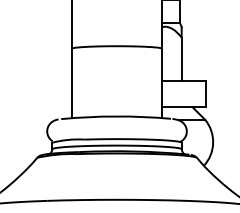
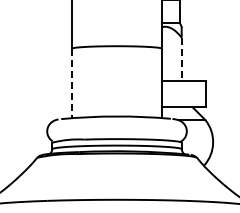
line at (181, 59): solid -> dashed
line at (71, 83): solid -> dashed
